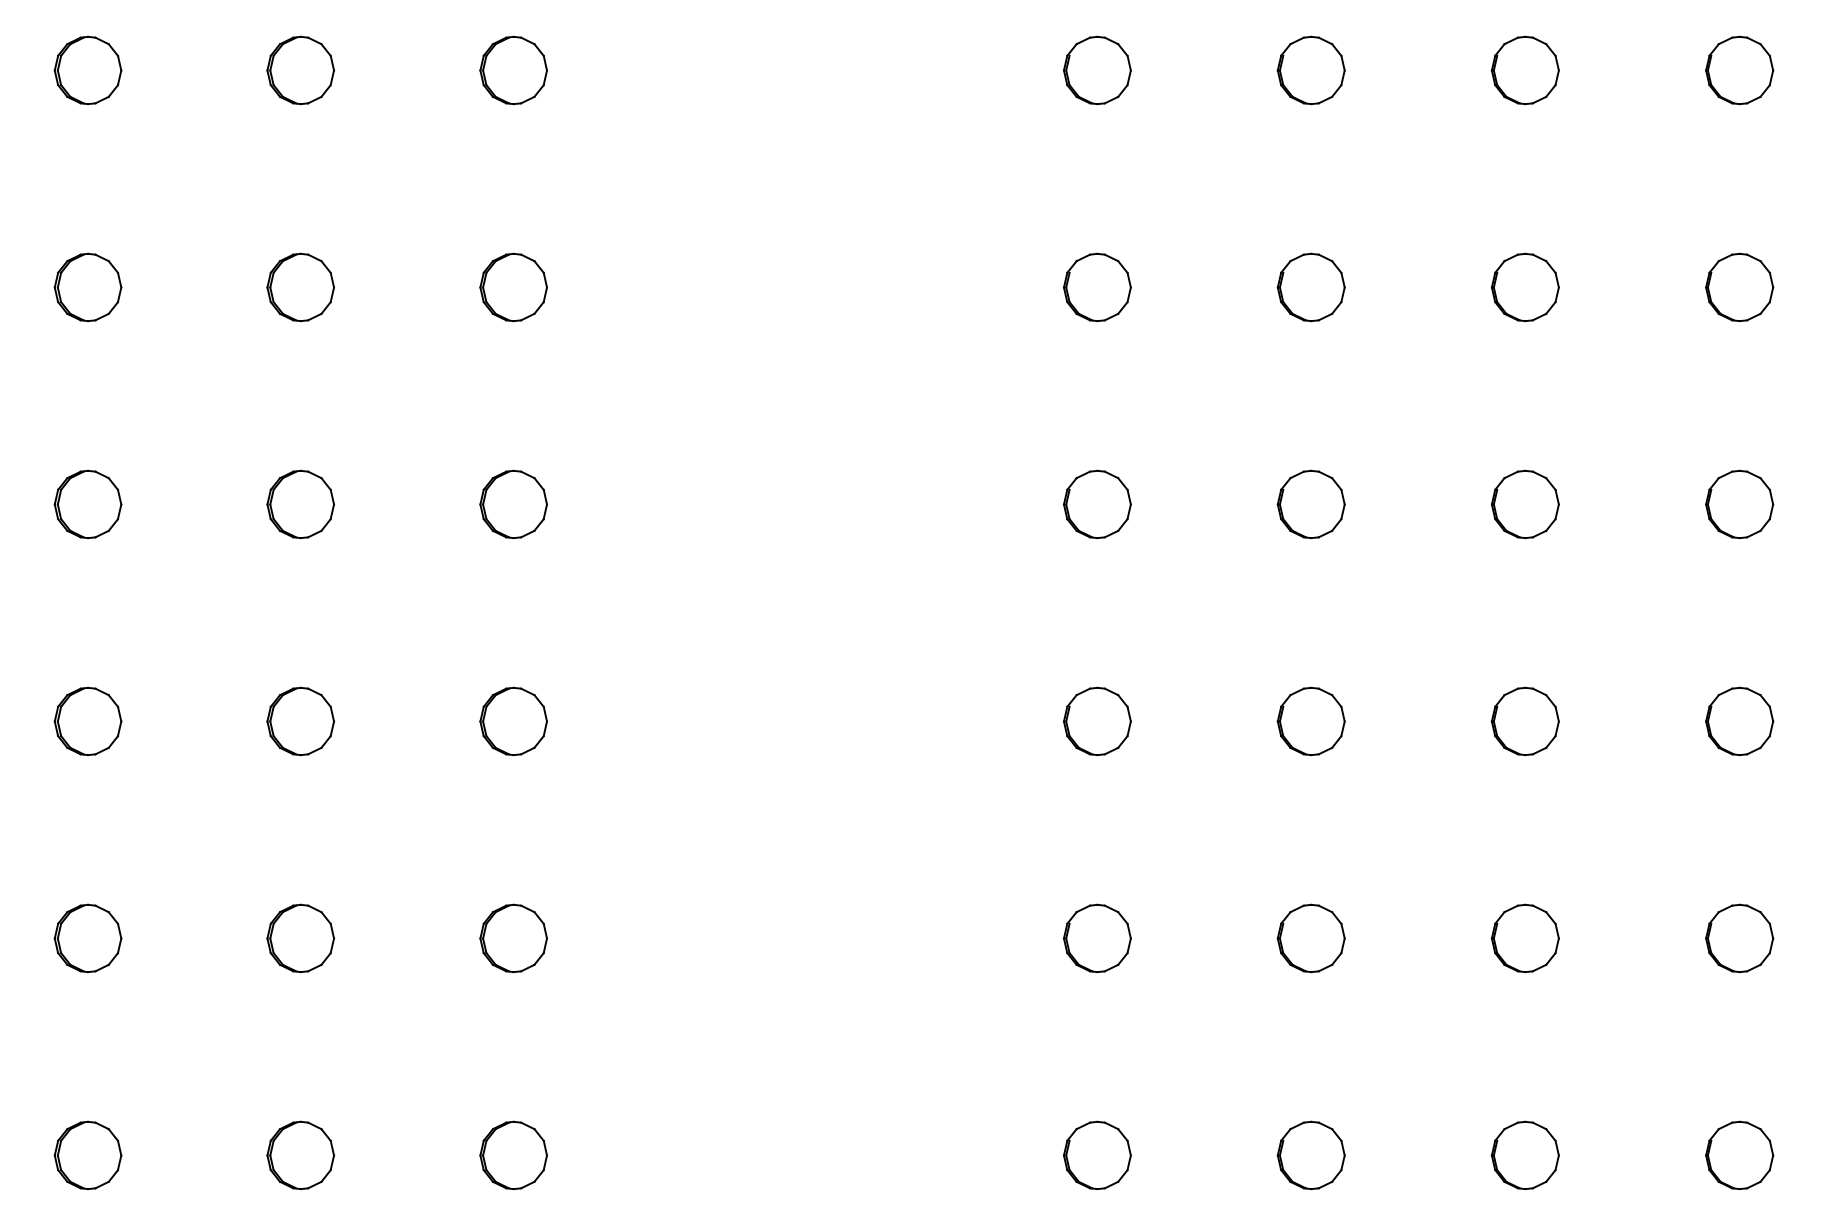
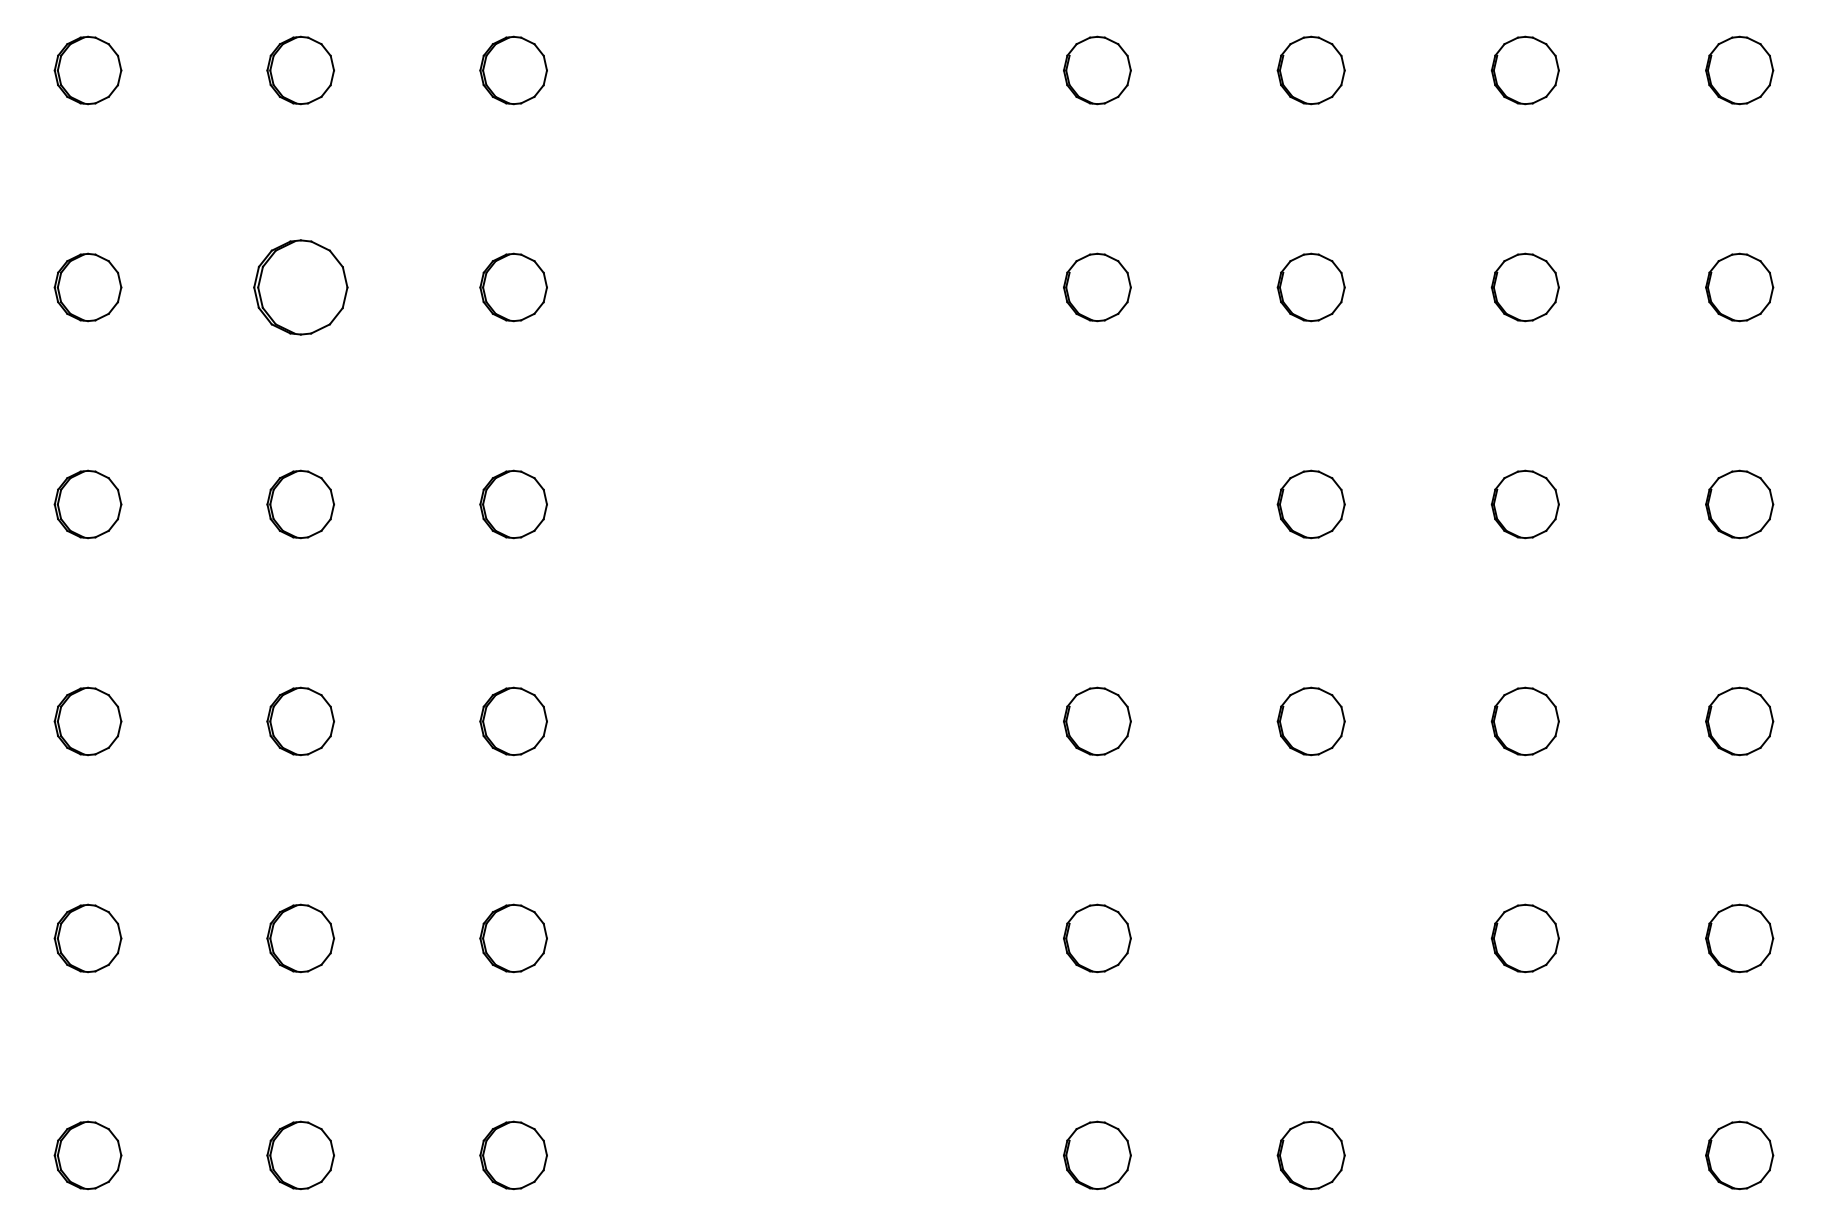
part at (300, 287) size: 69x71 px -> 96x97 px
part at (1097, 504): present -> none
part at (1310, 938): present -> none
part at (1524, 1155): present -> none
